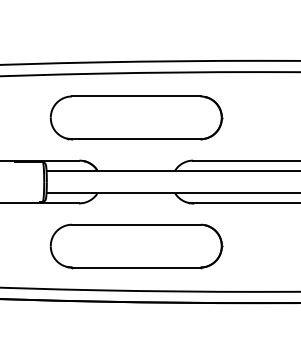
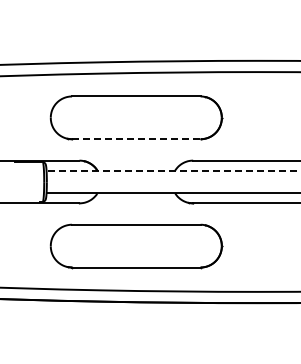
line at (136, 139): solid -> dashed
line at (173, 170): solid -> dashed
